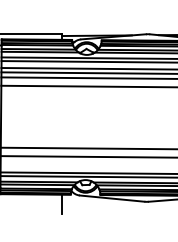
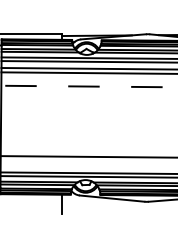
line at (88, 77): present -> none
line at (89, 86): solid -> dashed
line at (88, 148): present -> none
